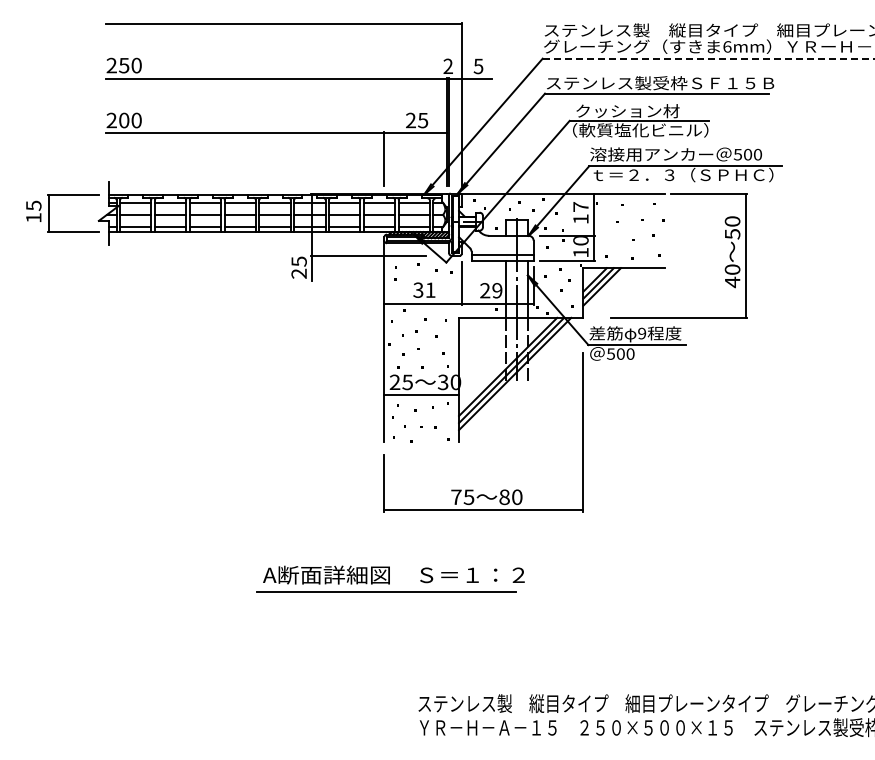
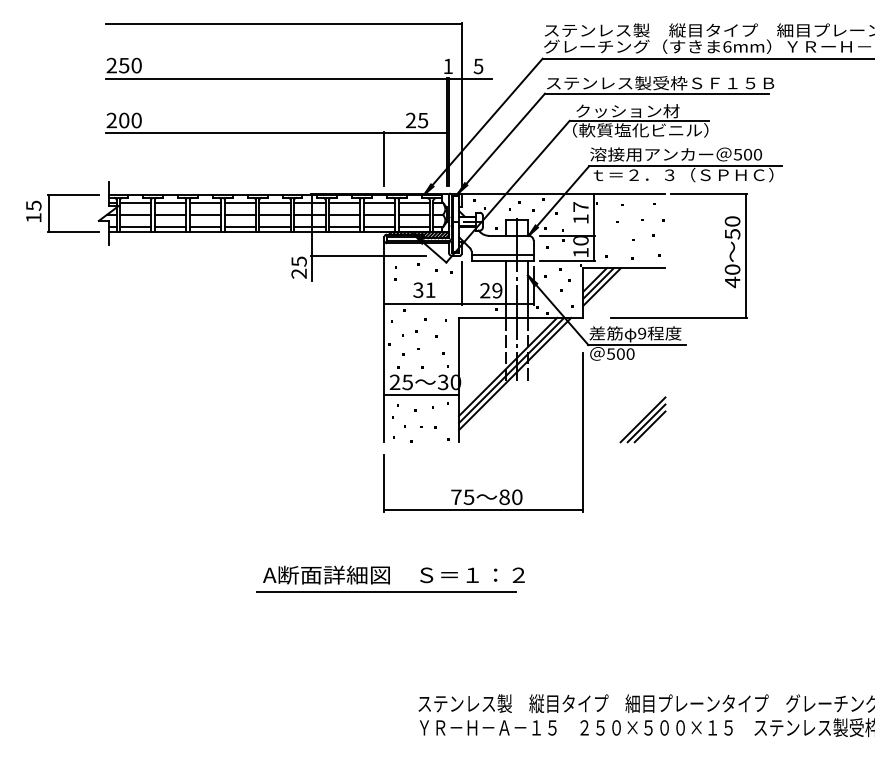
line at (708, 58): dashed -> solid
text at (447, 65): 2 -> 1
part at (642, 419): none -> present
